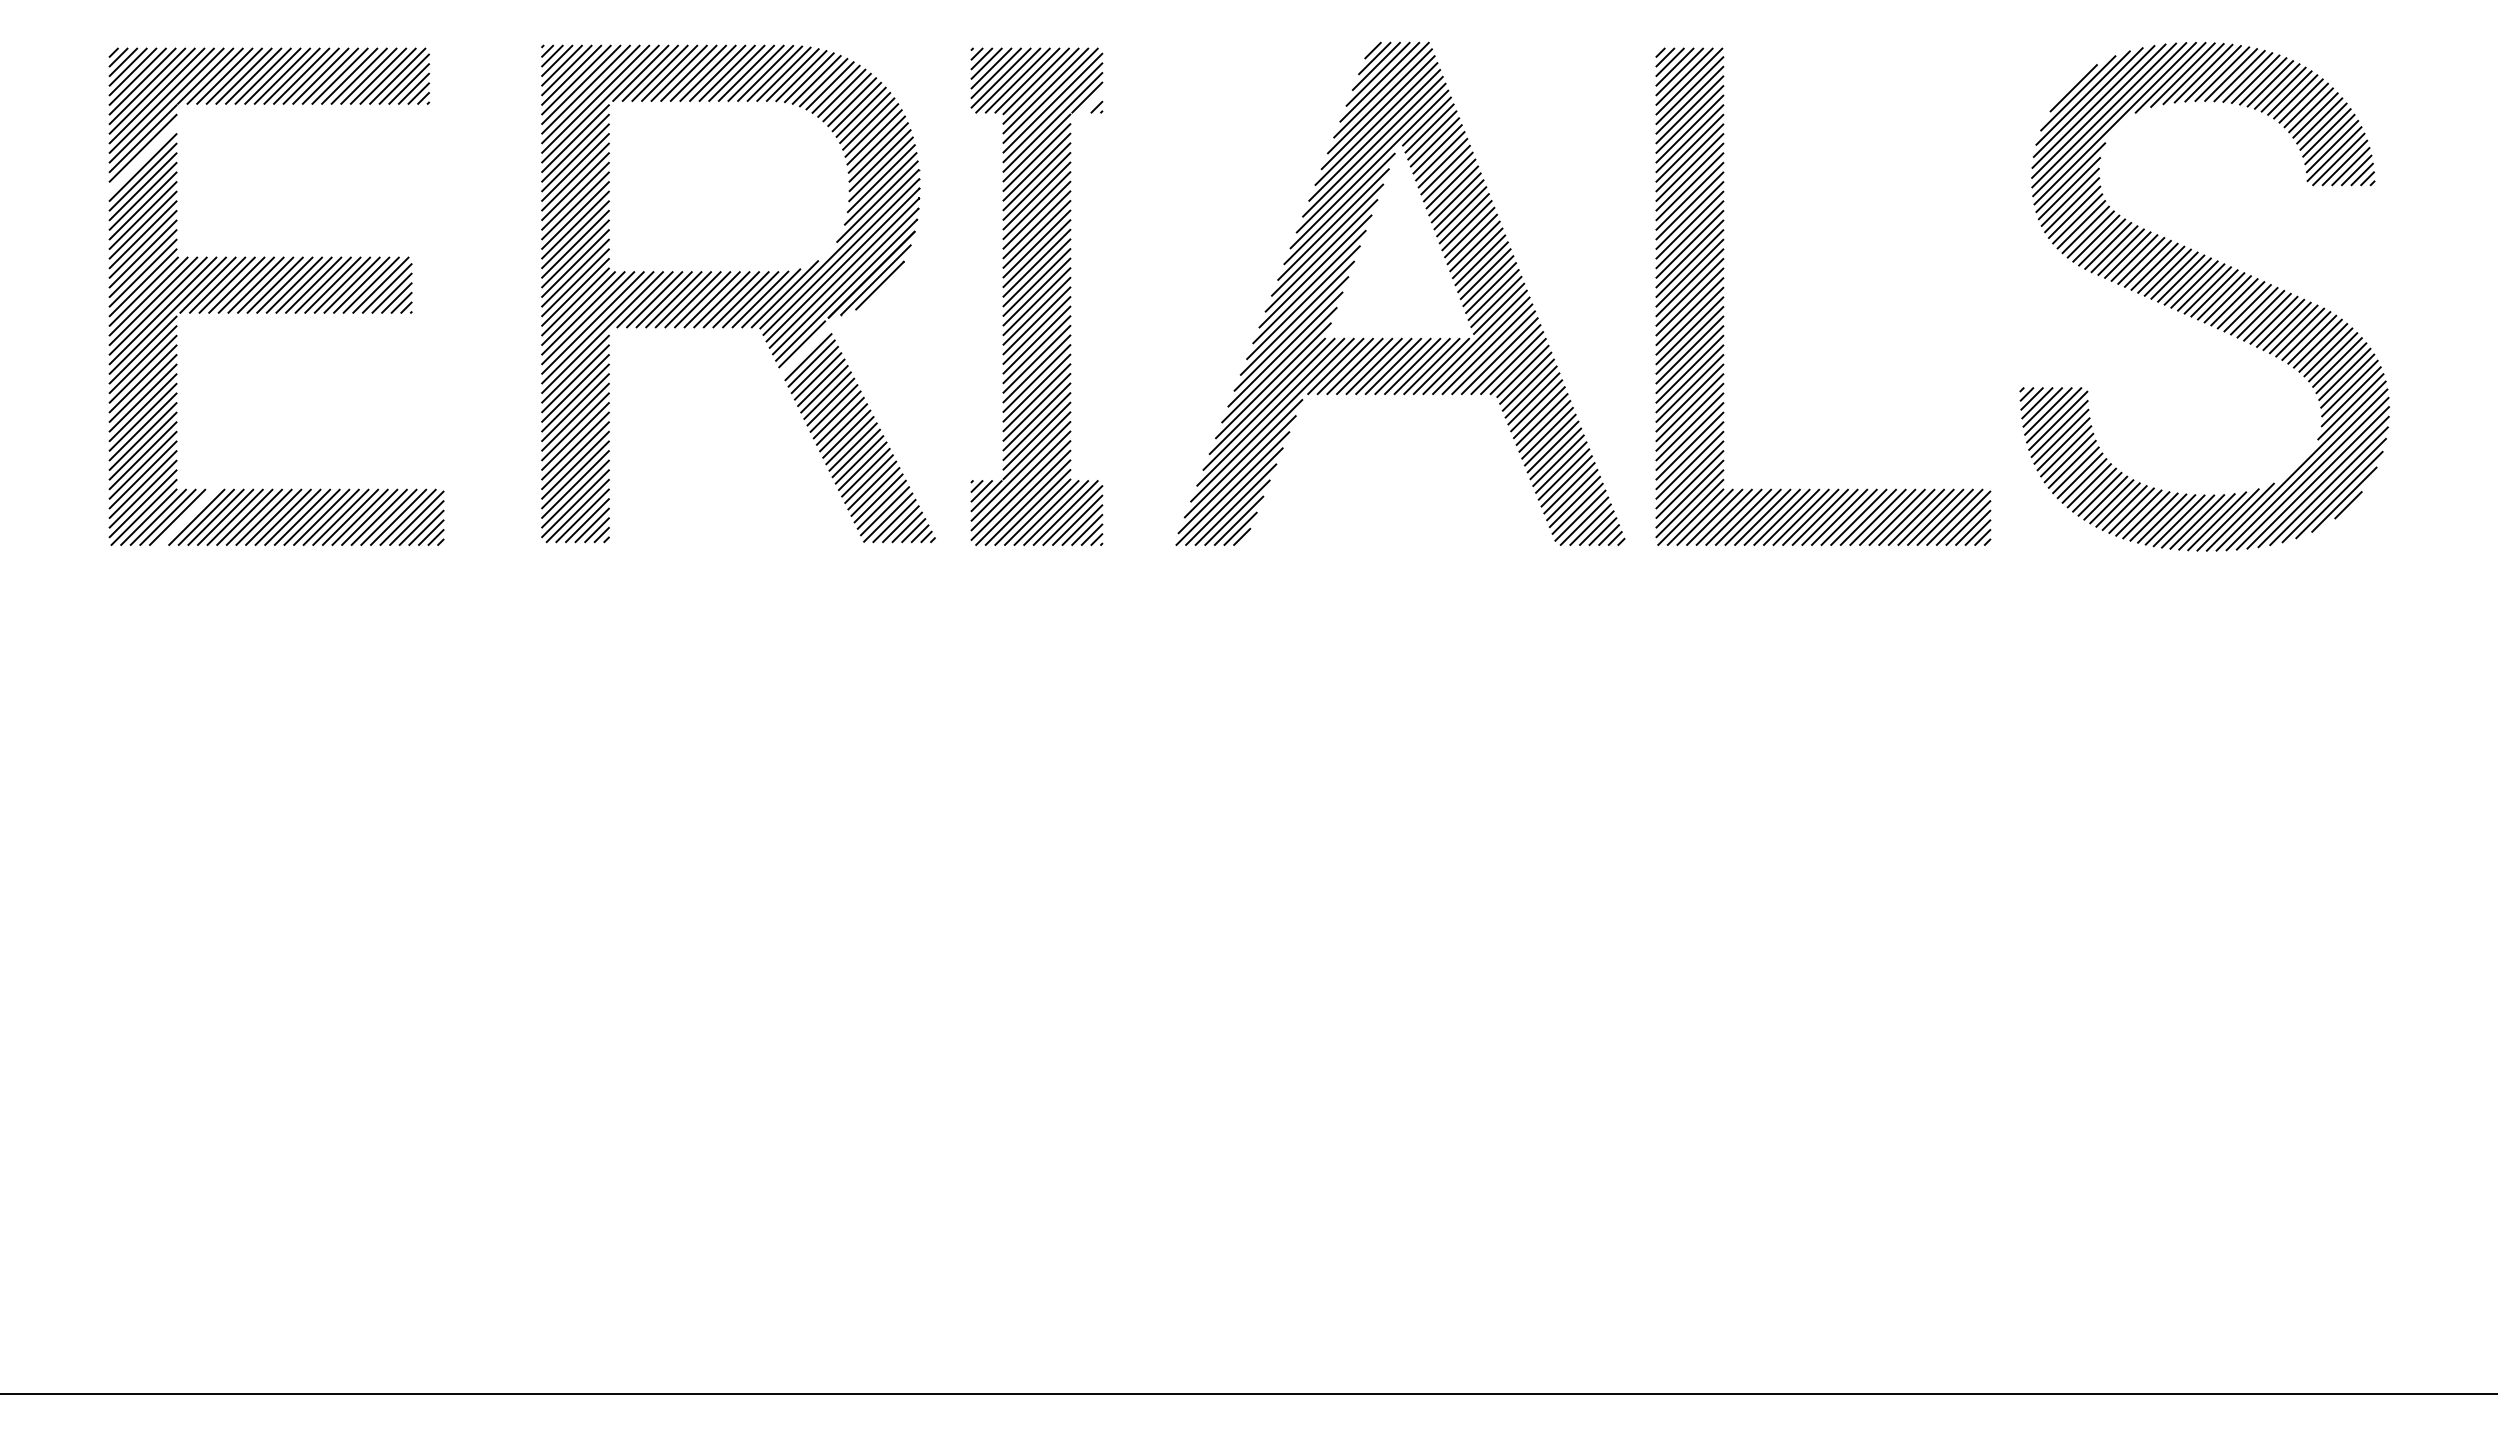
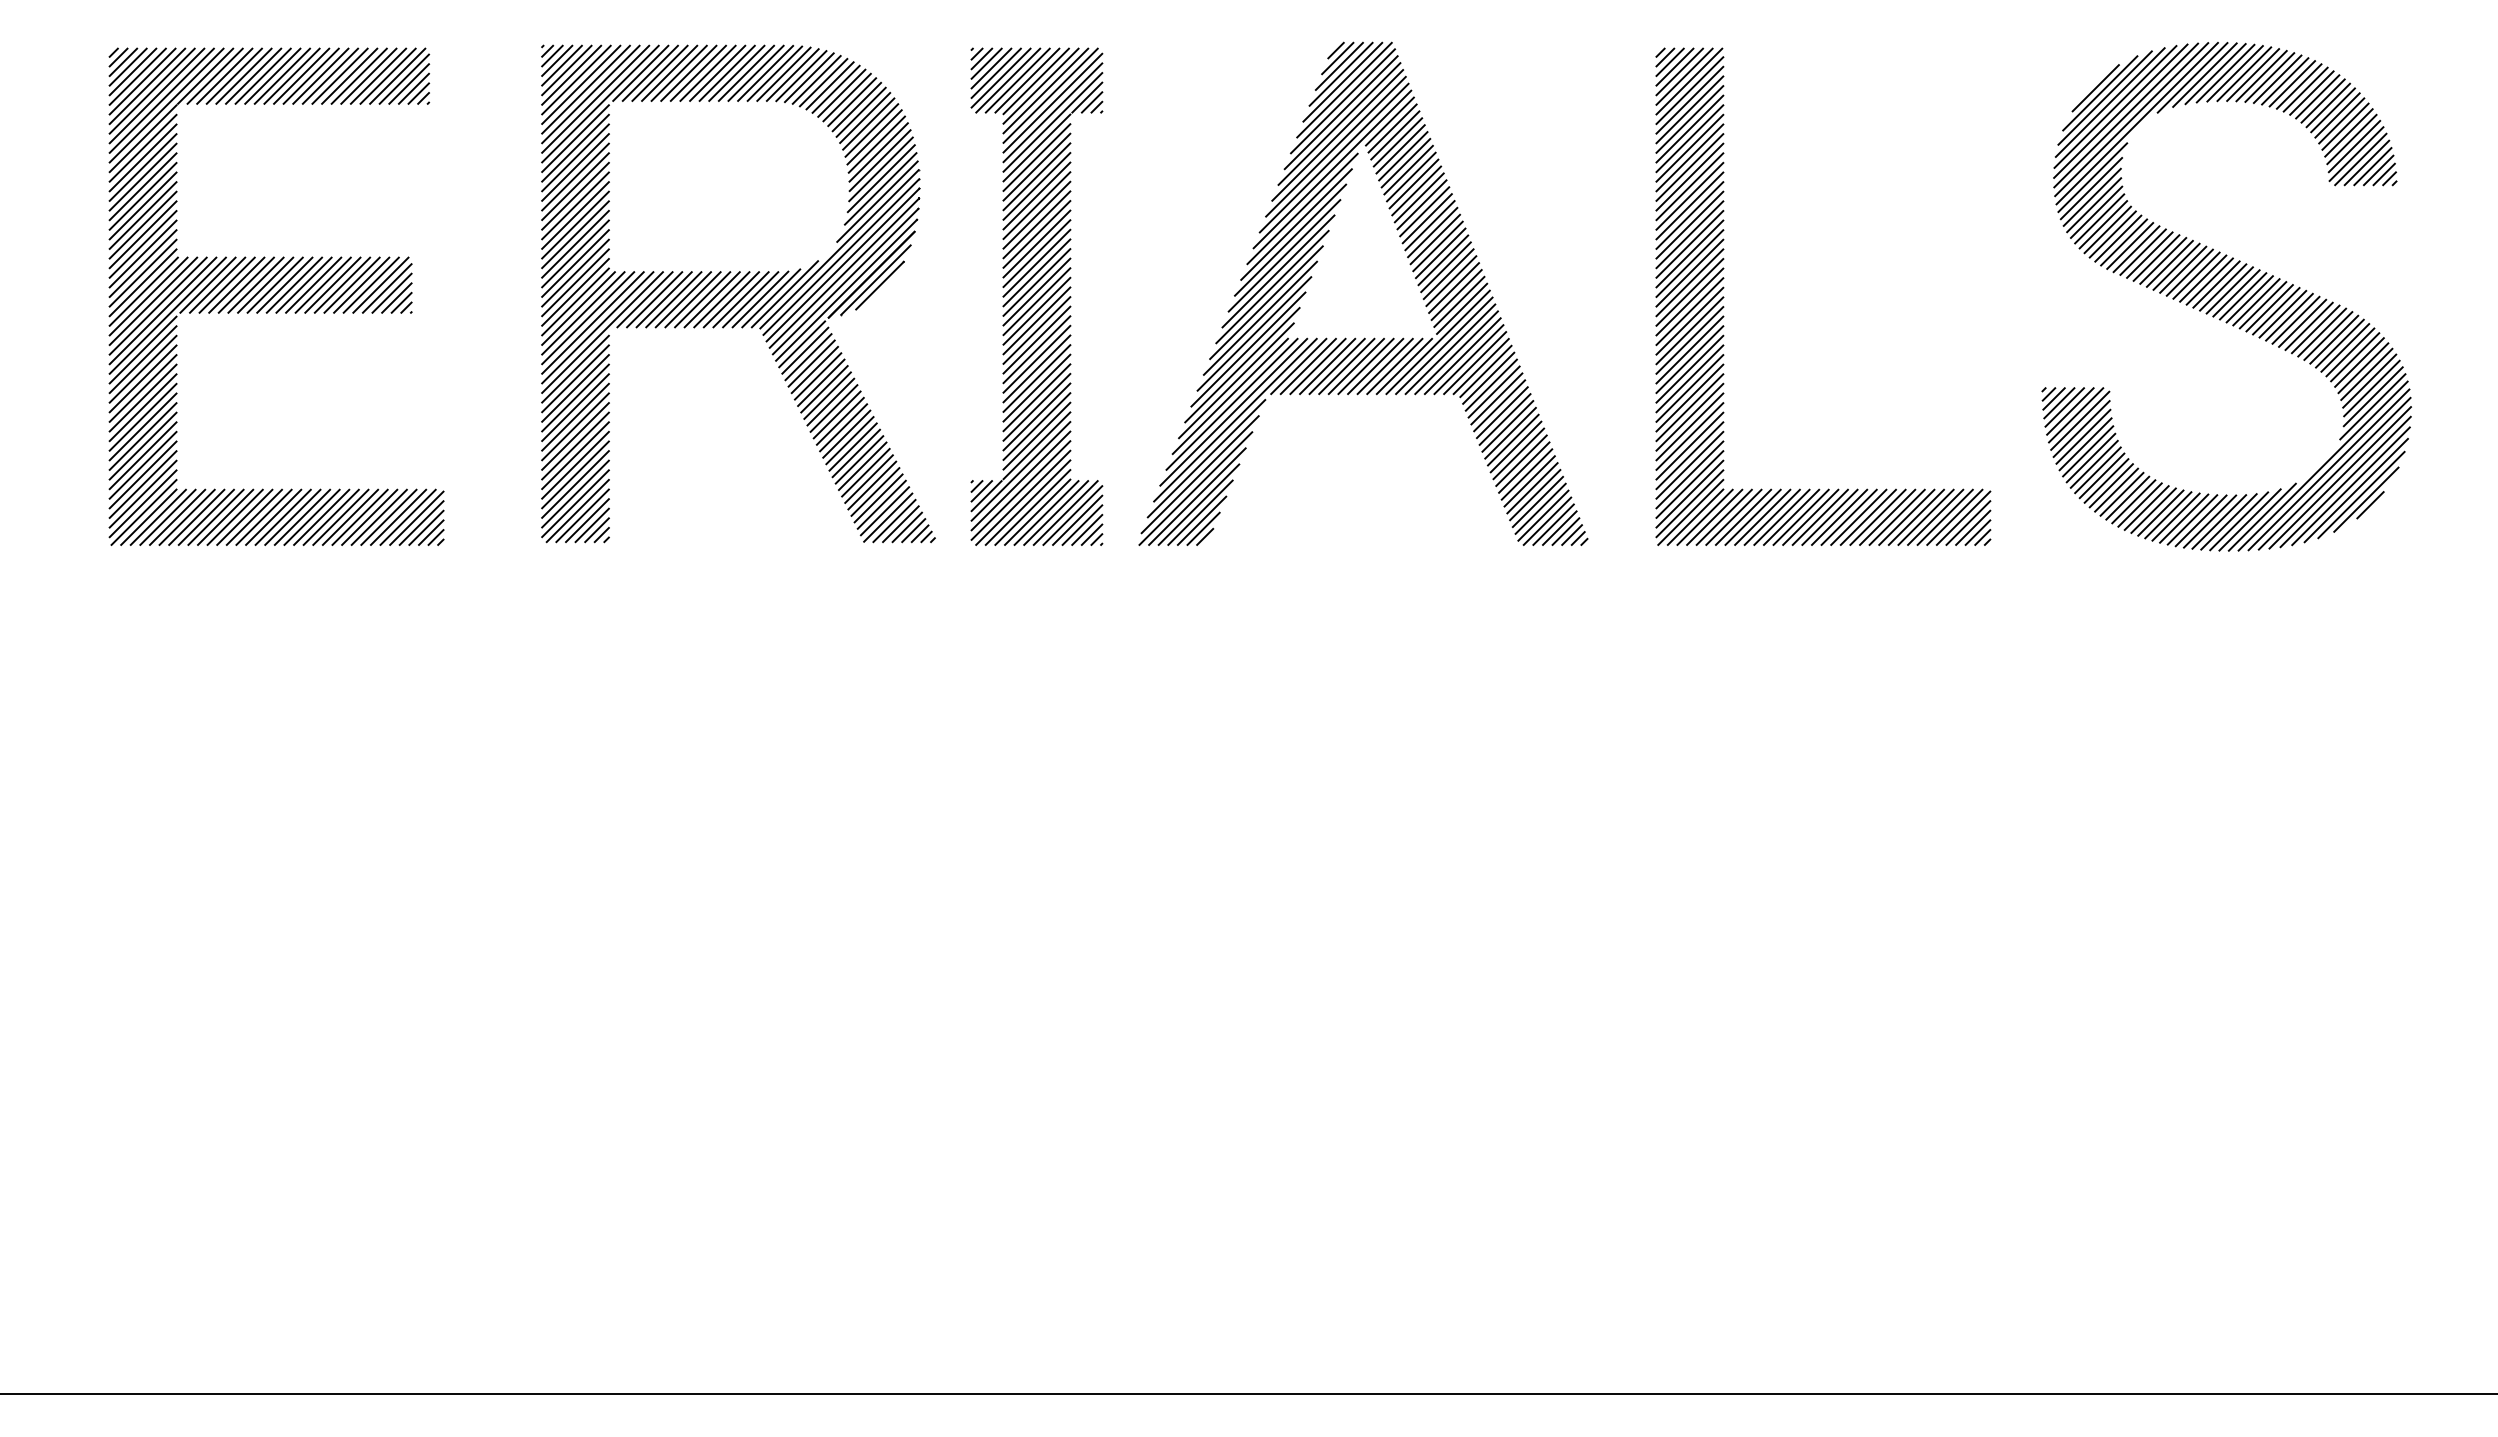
line at (1091, 102): none -> present
line at (142, 157): none -> present
part at (2204, 296) position: (2204, 296) -> (2226, 296)
part at (1401, 337) position: (1401, 337) -> (1364, 337)
line at (805, 350): none -> present
line at (186, 516): none -> present
